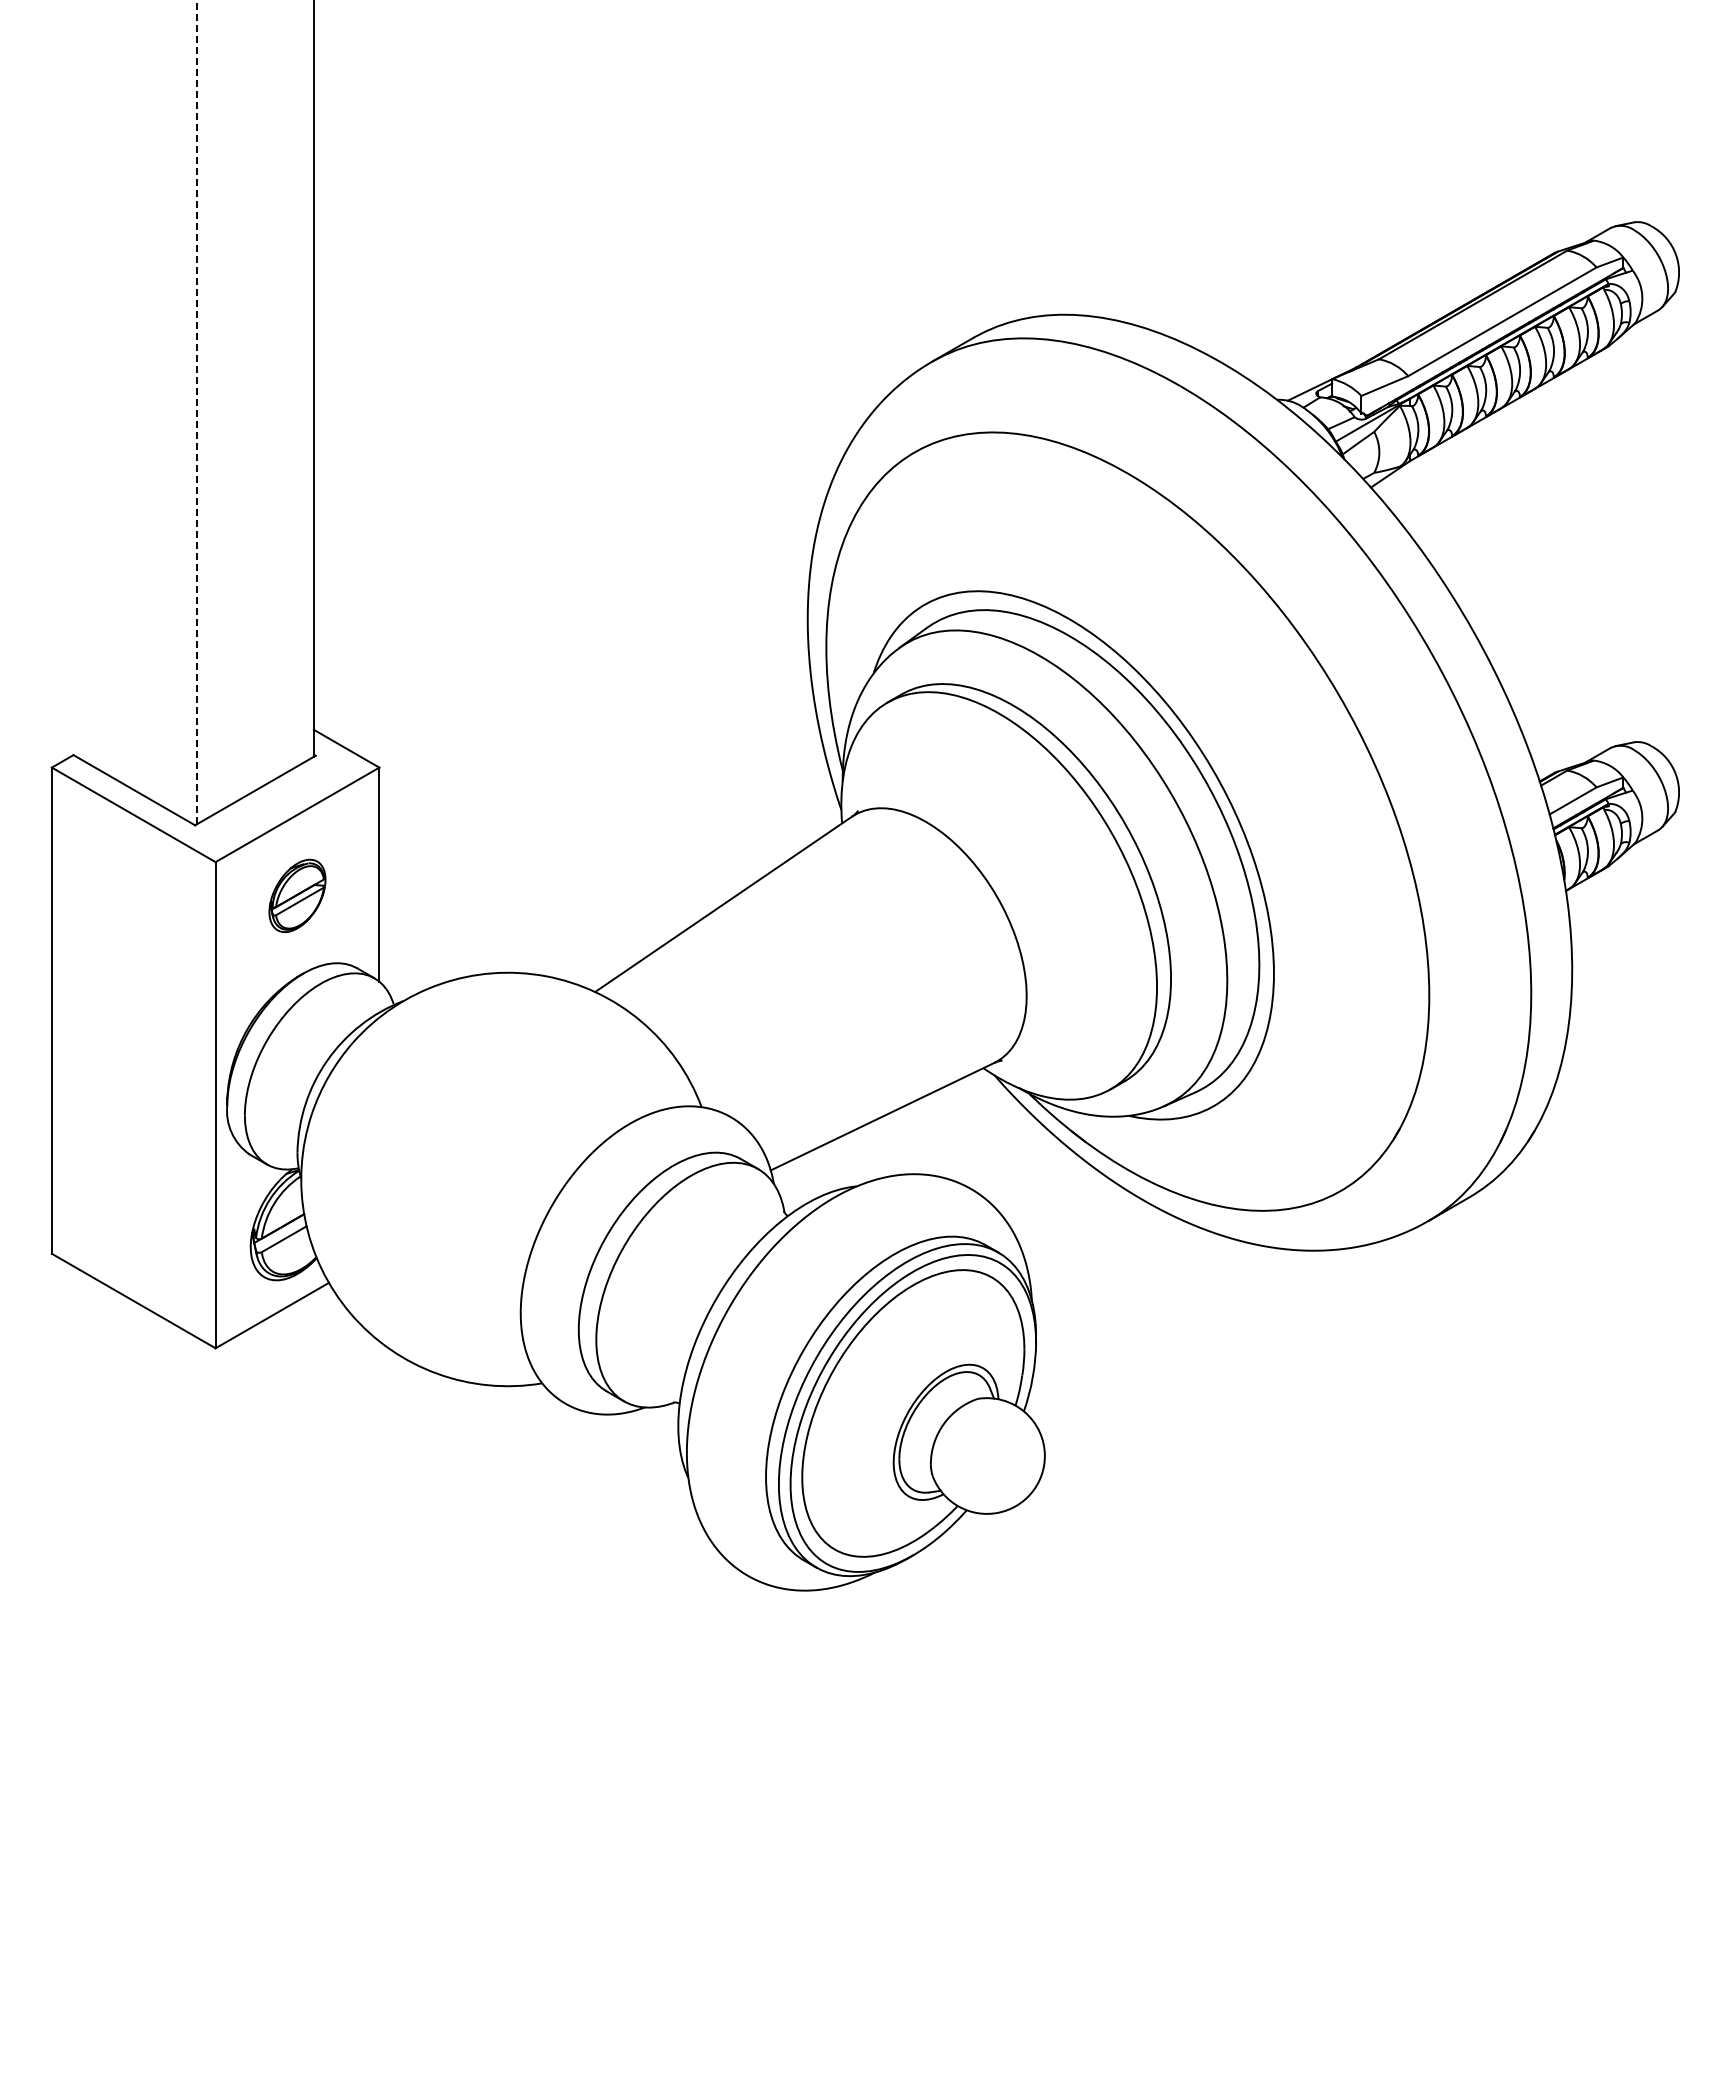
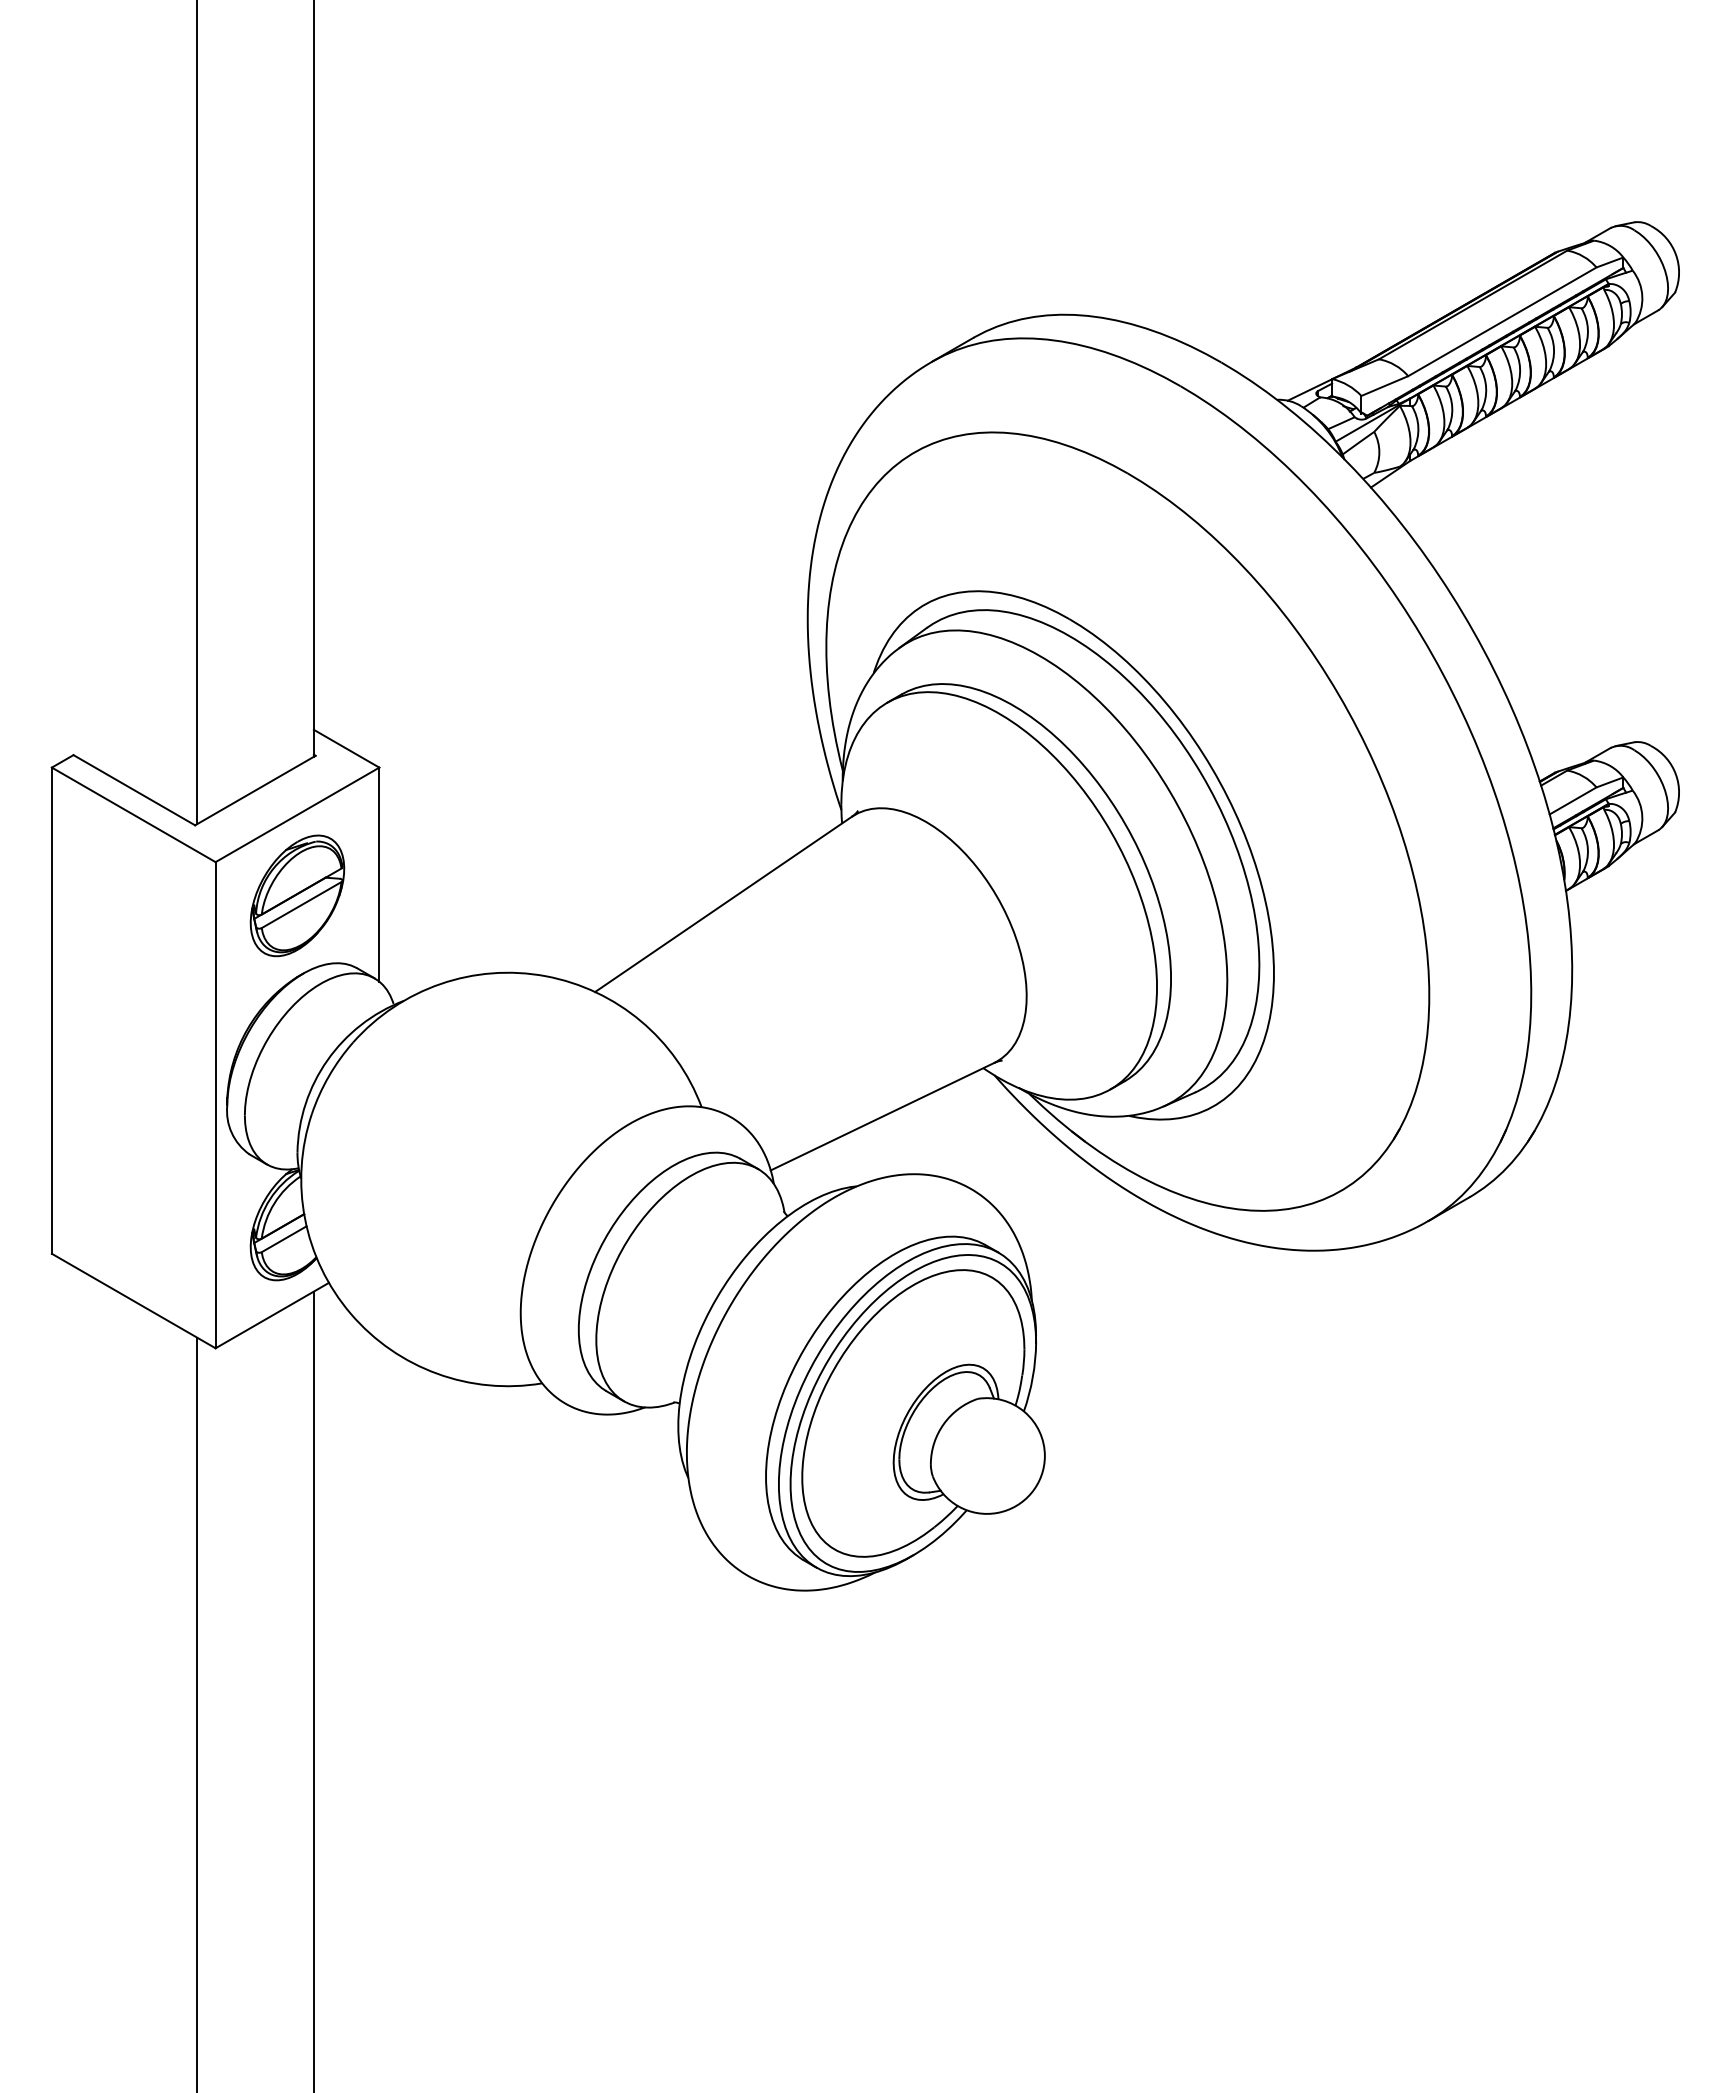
line at (196, 412): dashed -> solid
part at (297, 895) size: 59x75 px -> 97x124 px
line at (313, 1690): none -> present
line at (196, 1713): none -> present
